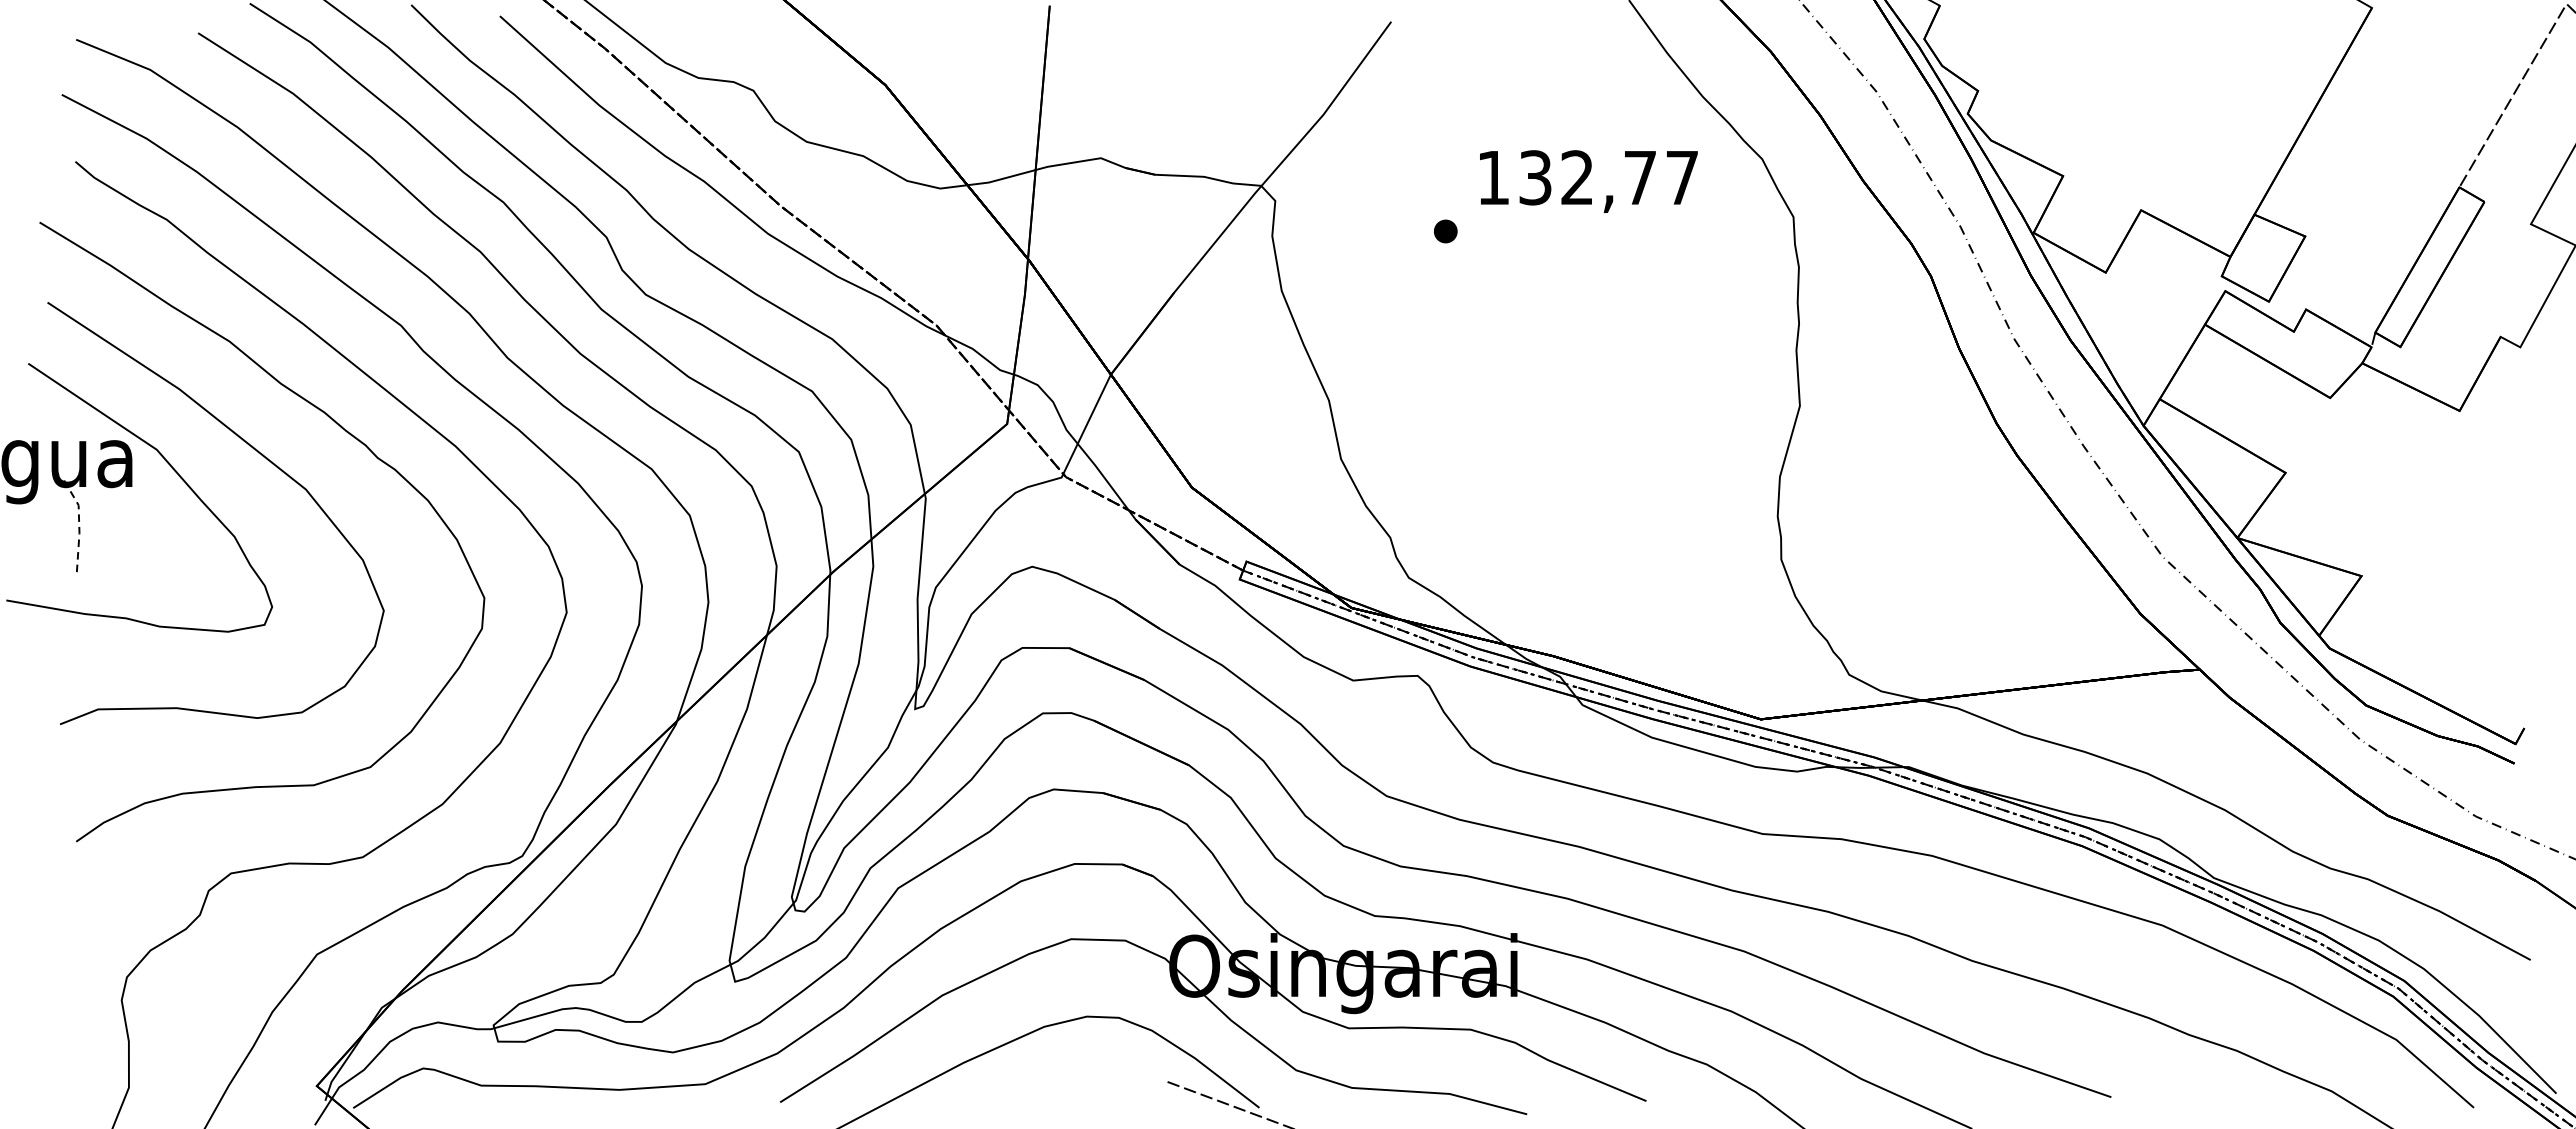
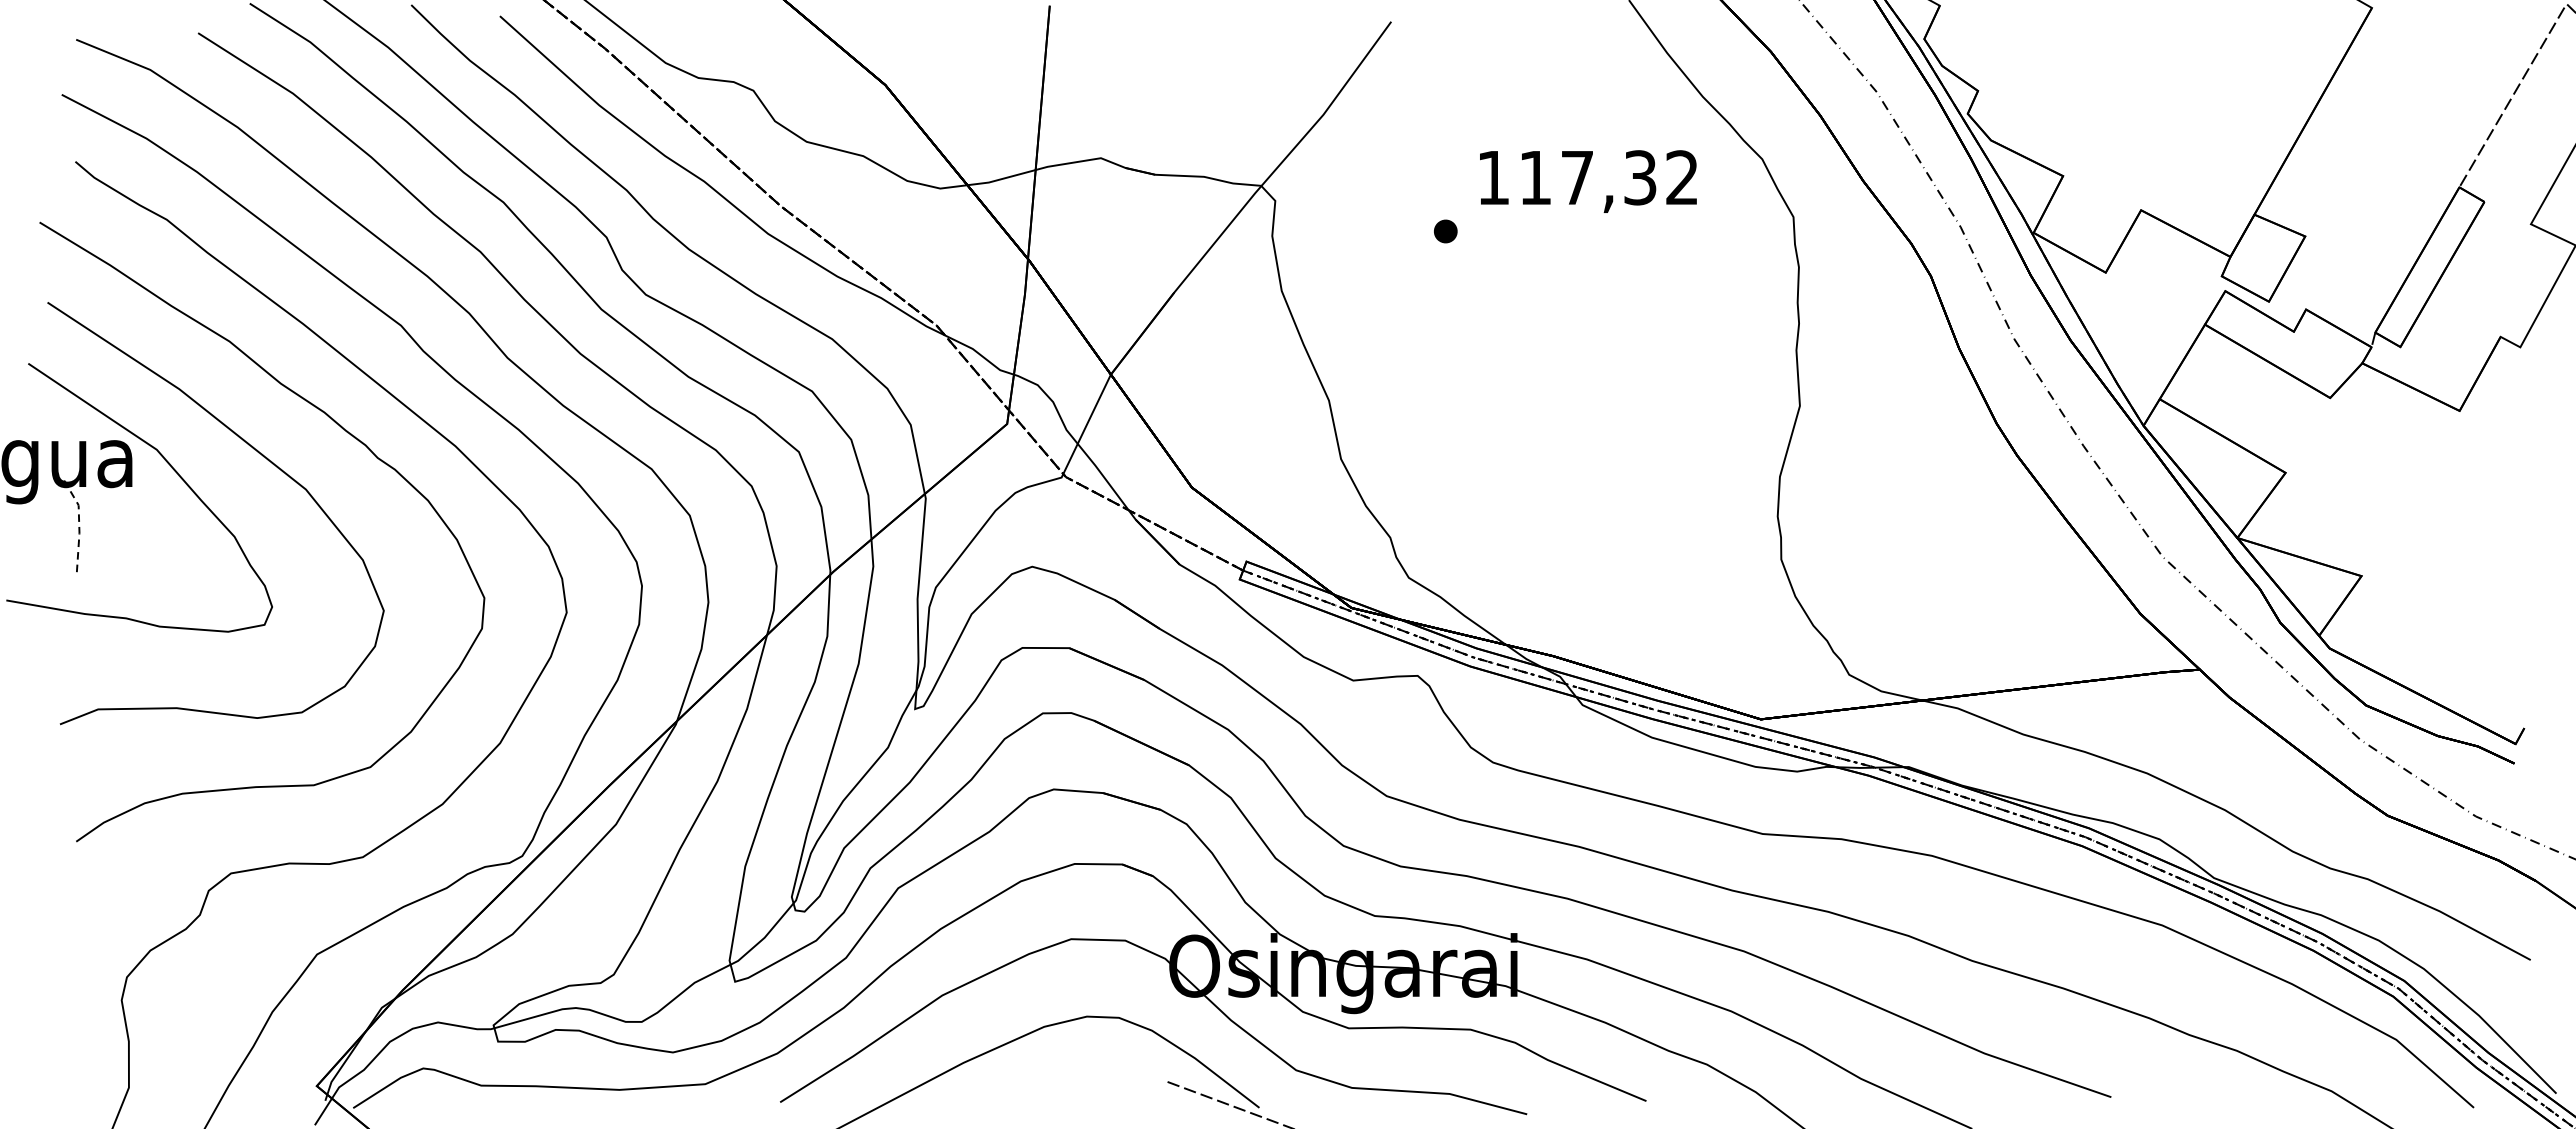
text at (1608, 177): 132,77 -> 117,32
